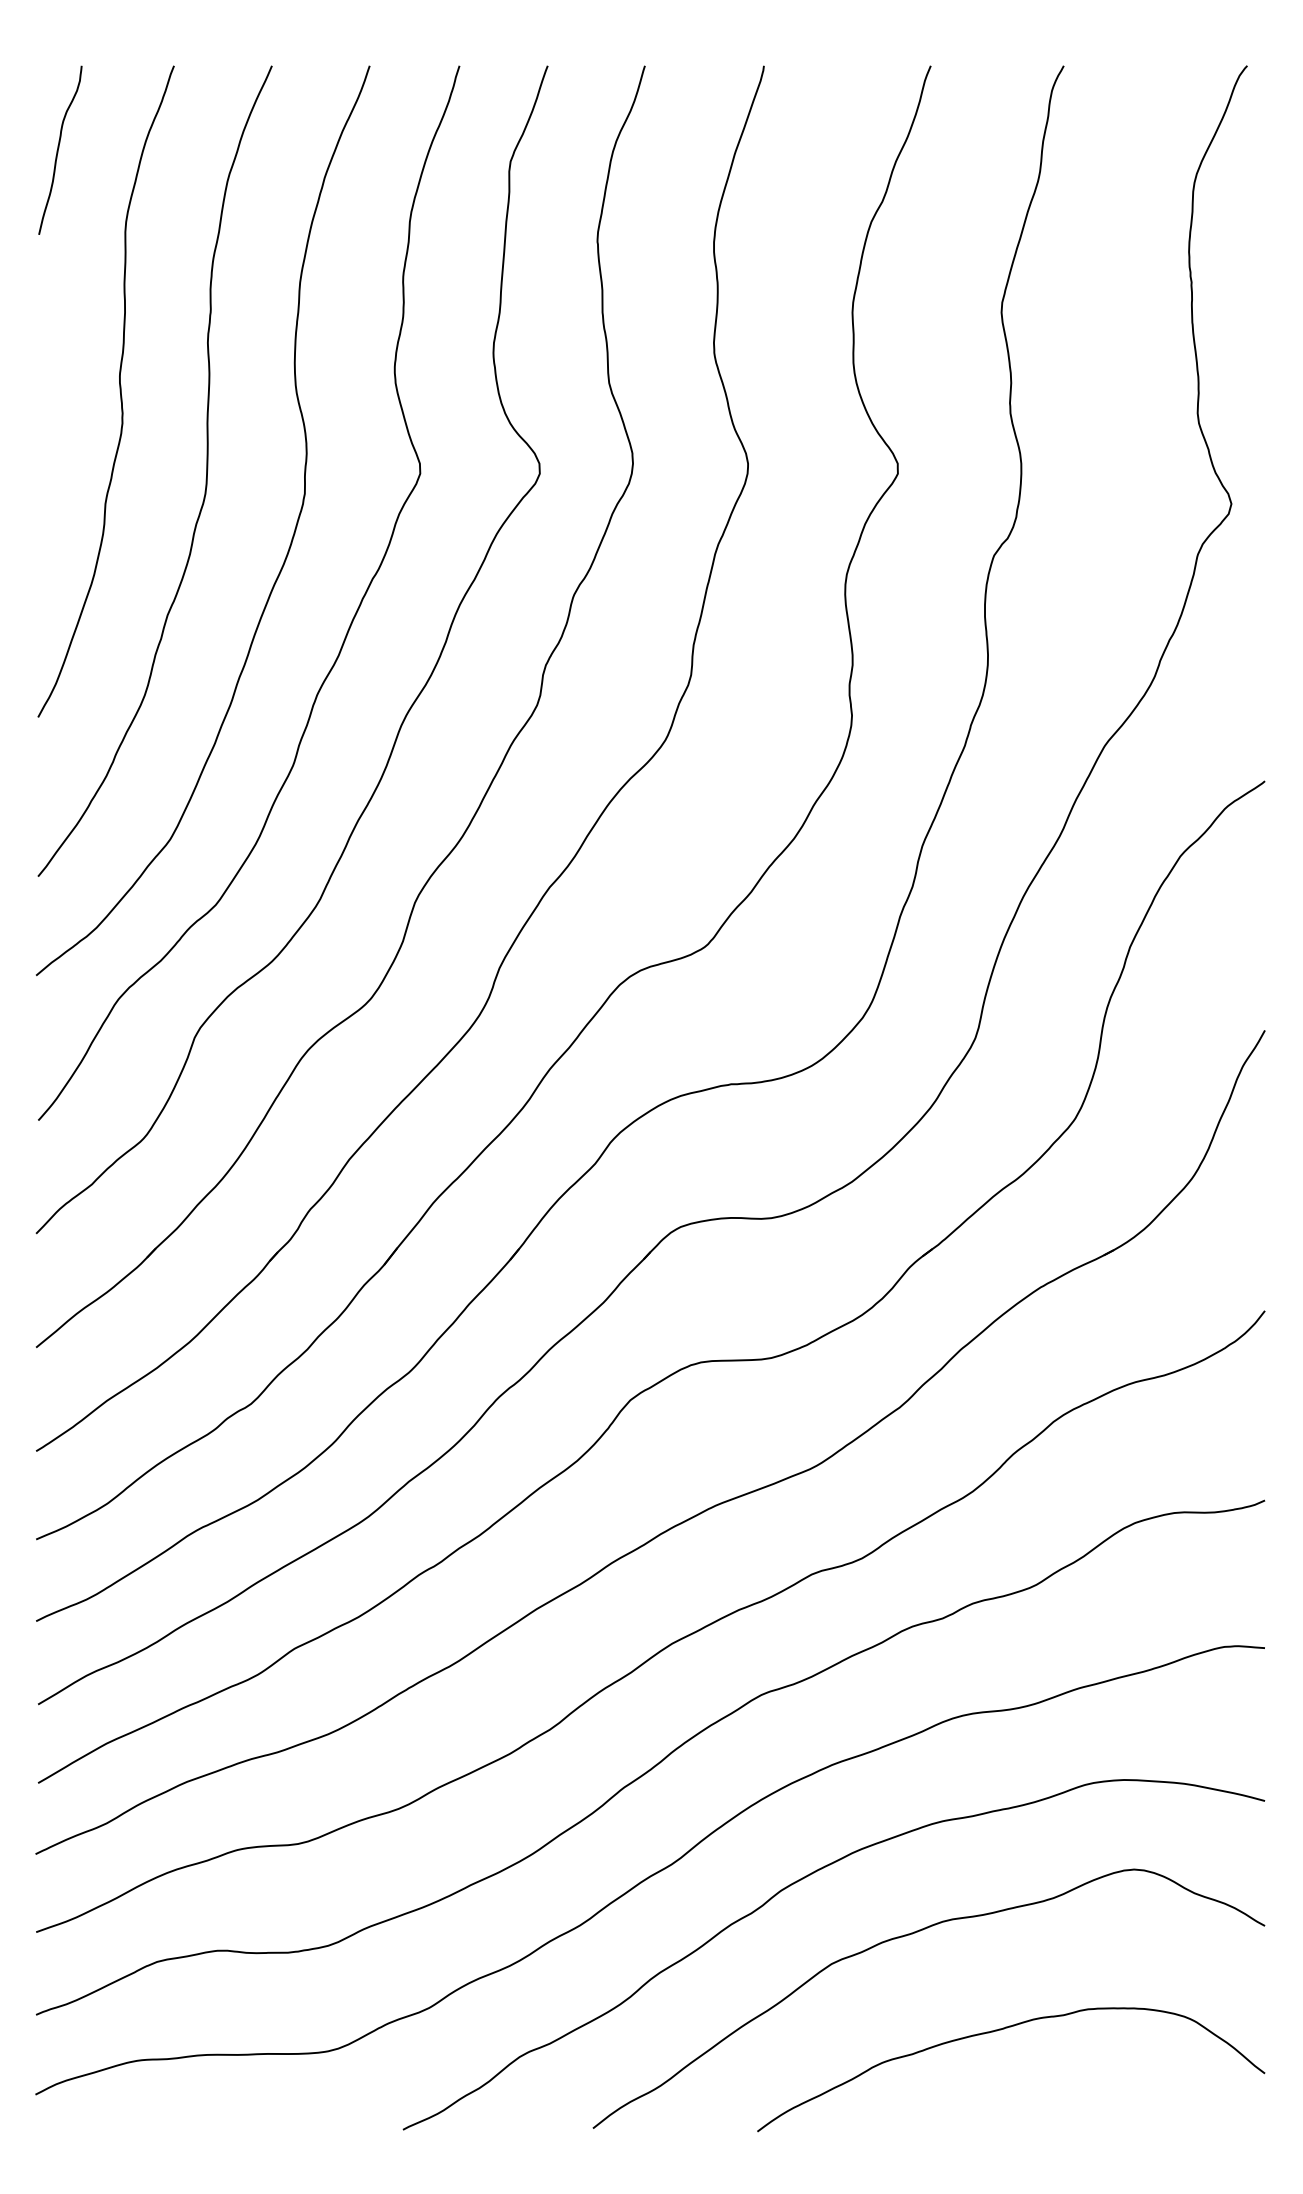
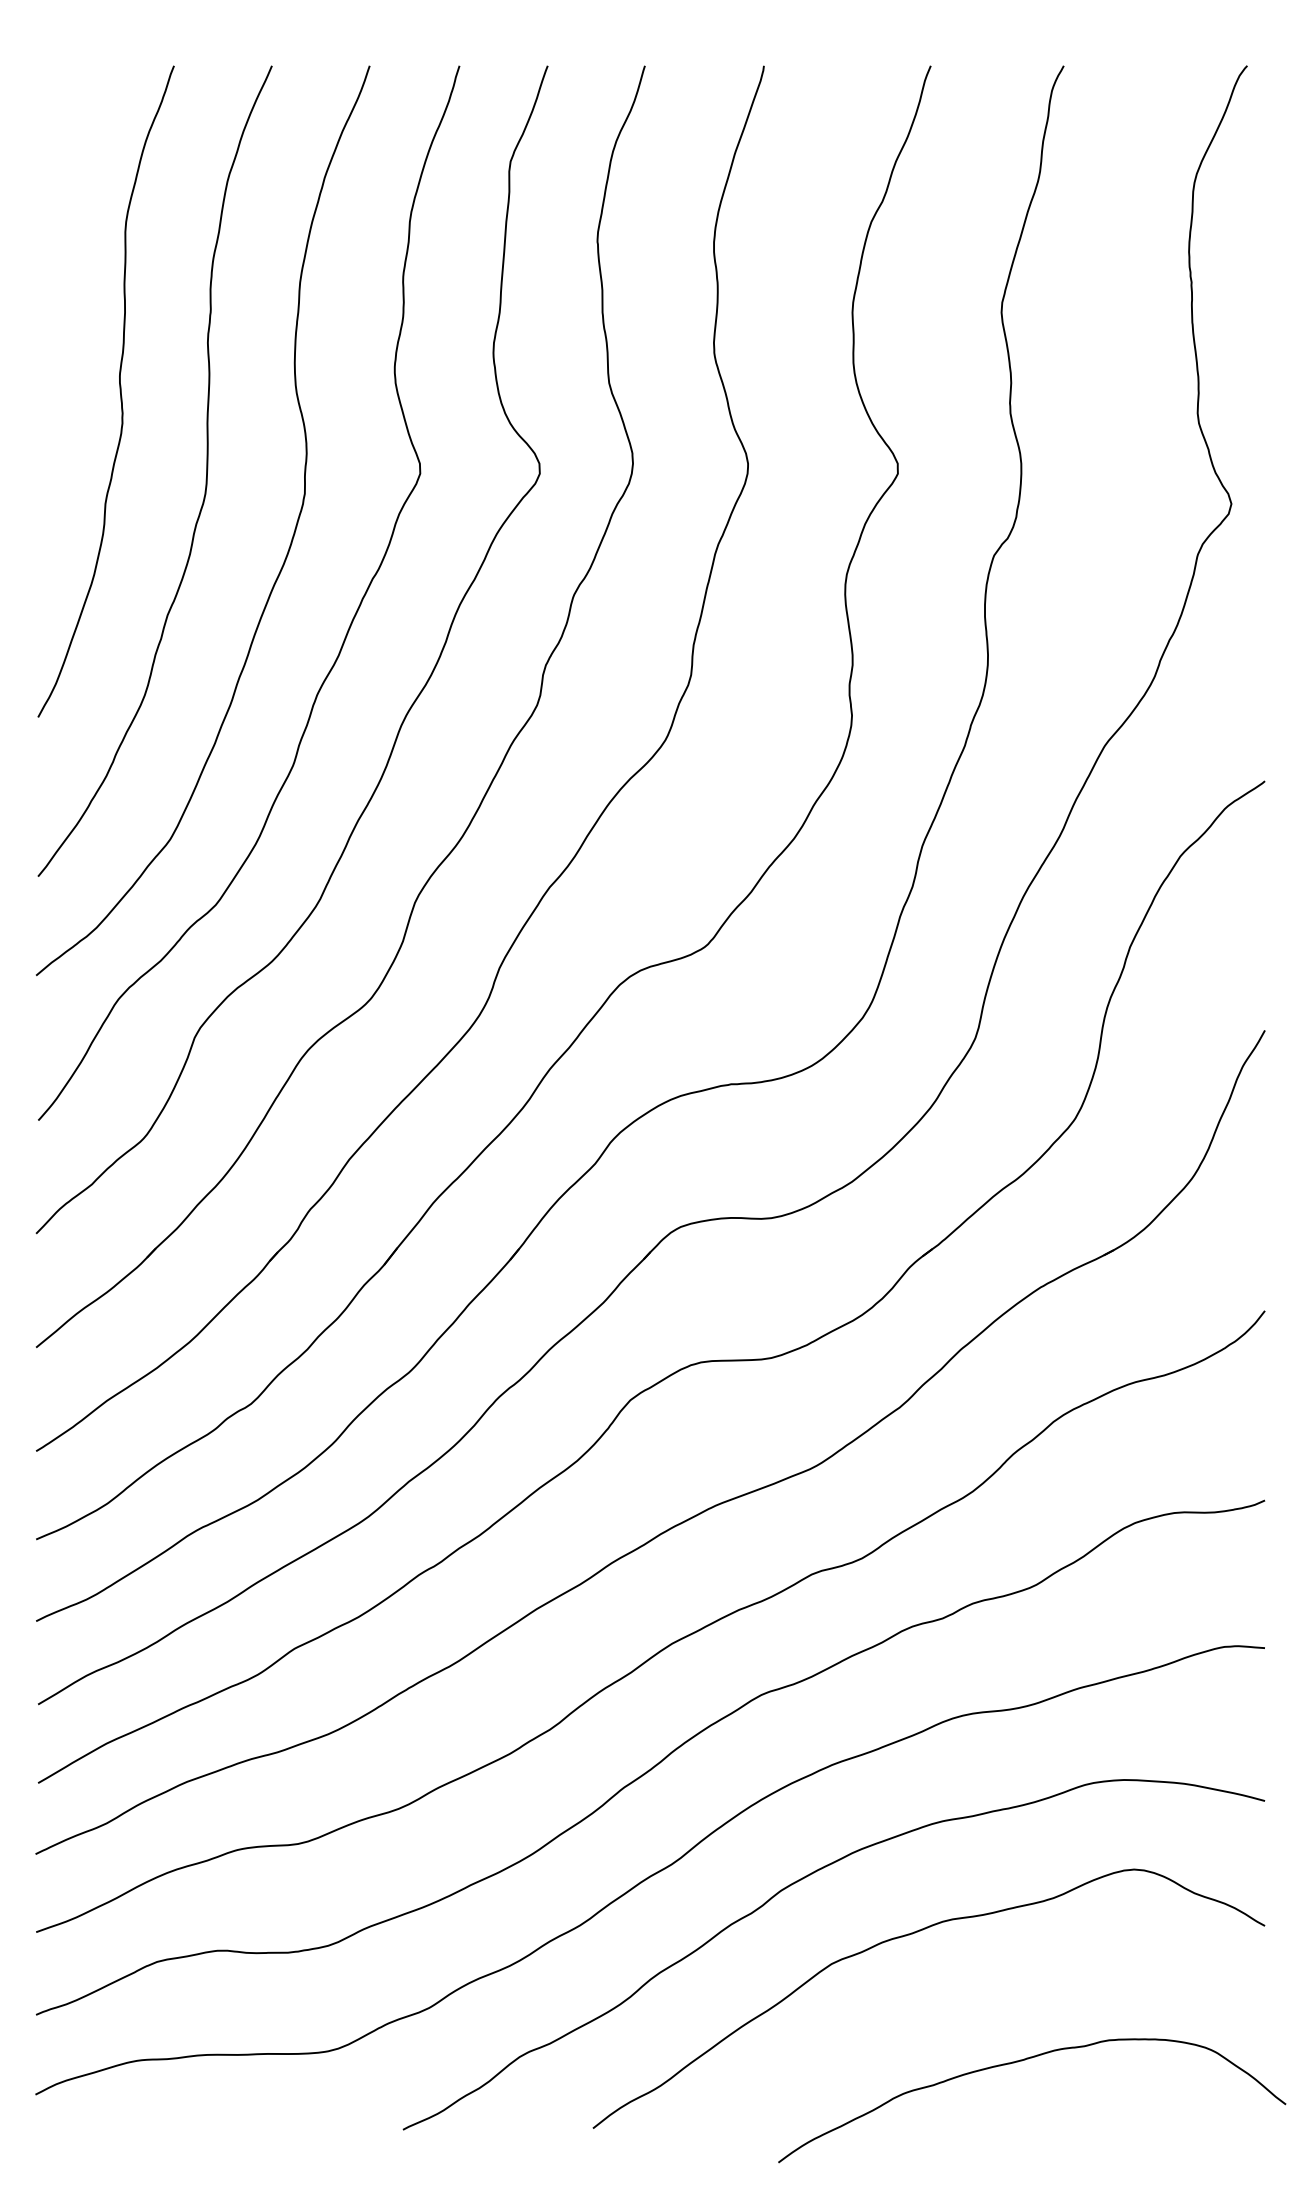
curve at (59, 148): present -> none
curve at (1001, 2030) position: (1001, 2030) -> (1022, 2061)
